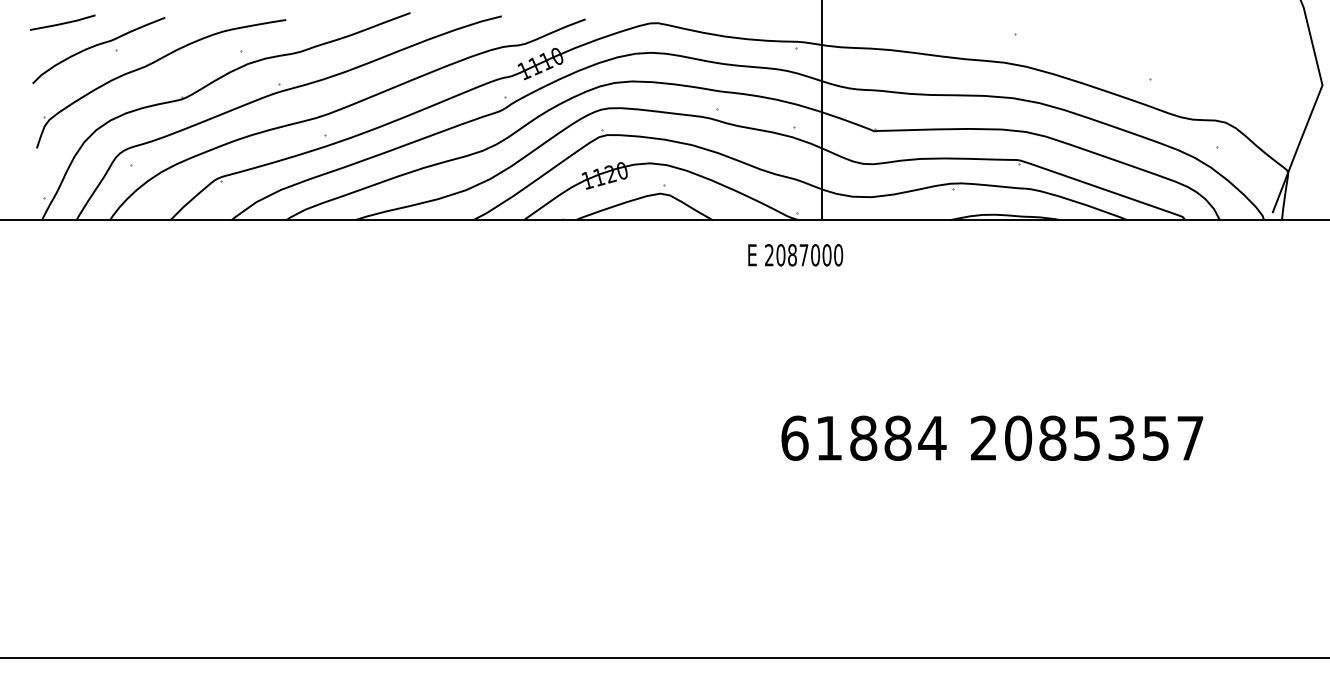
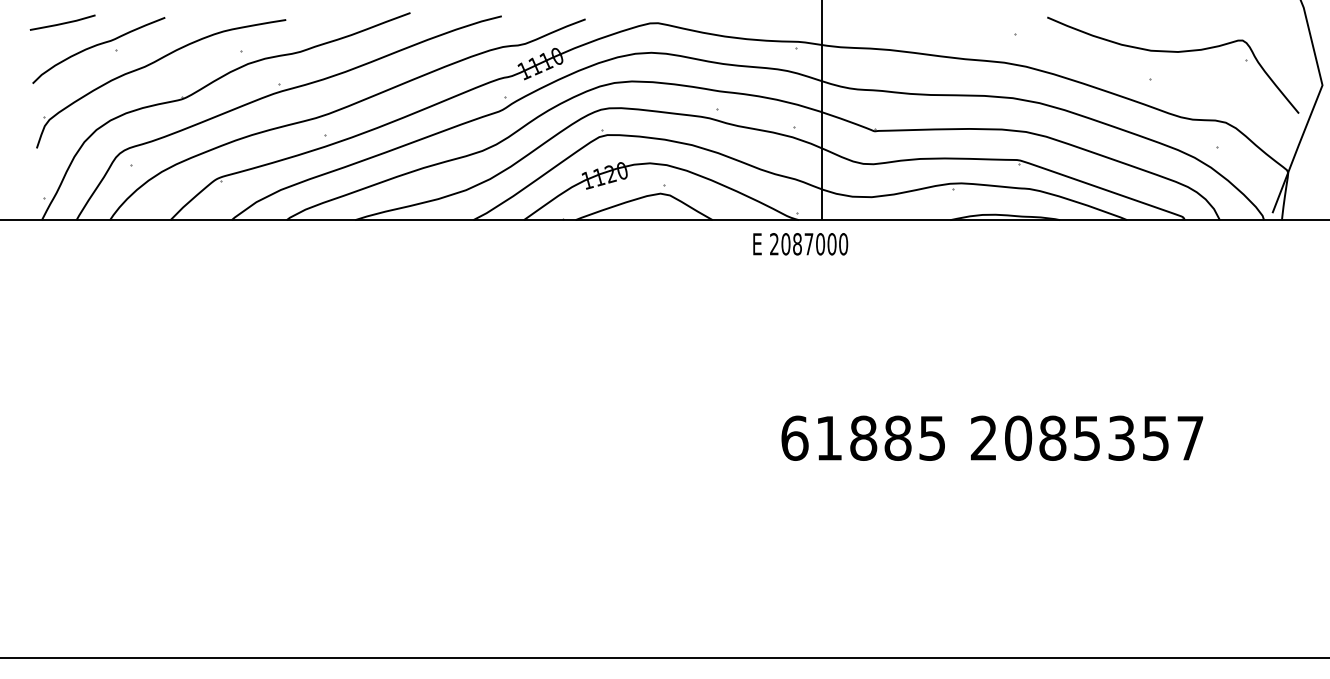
part at (1173, 52): none -> present
text at (795, 255) position: (795, 255) -> (800, 244)
text at (932, 438): 61884 -> 61885
